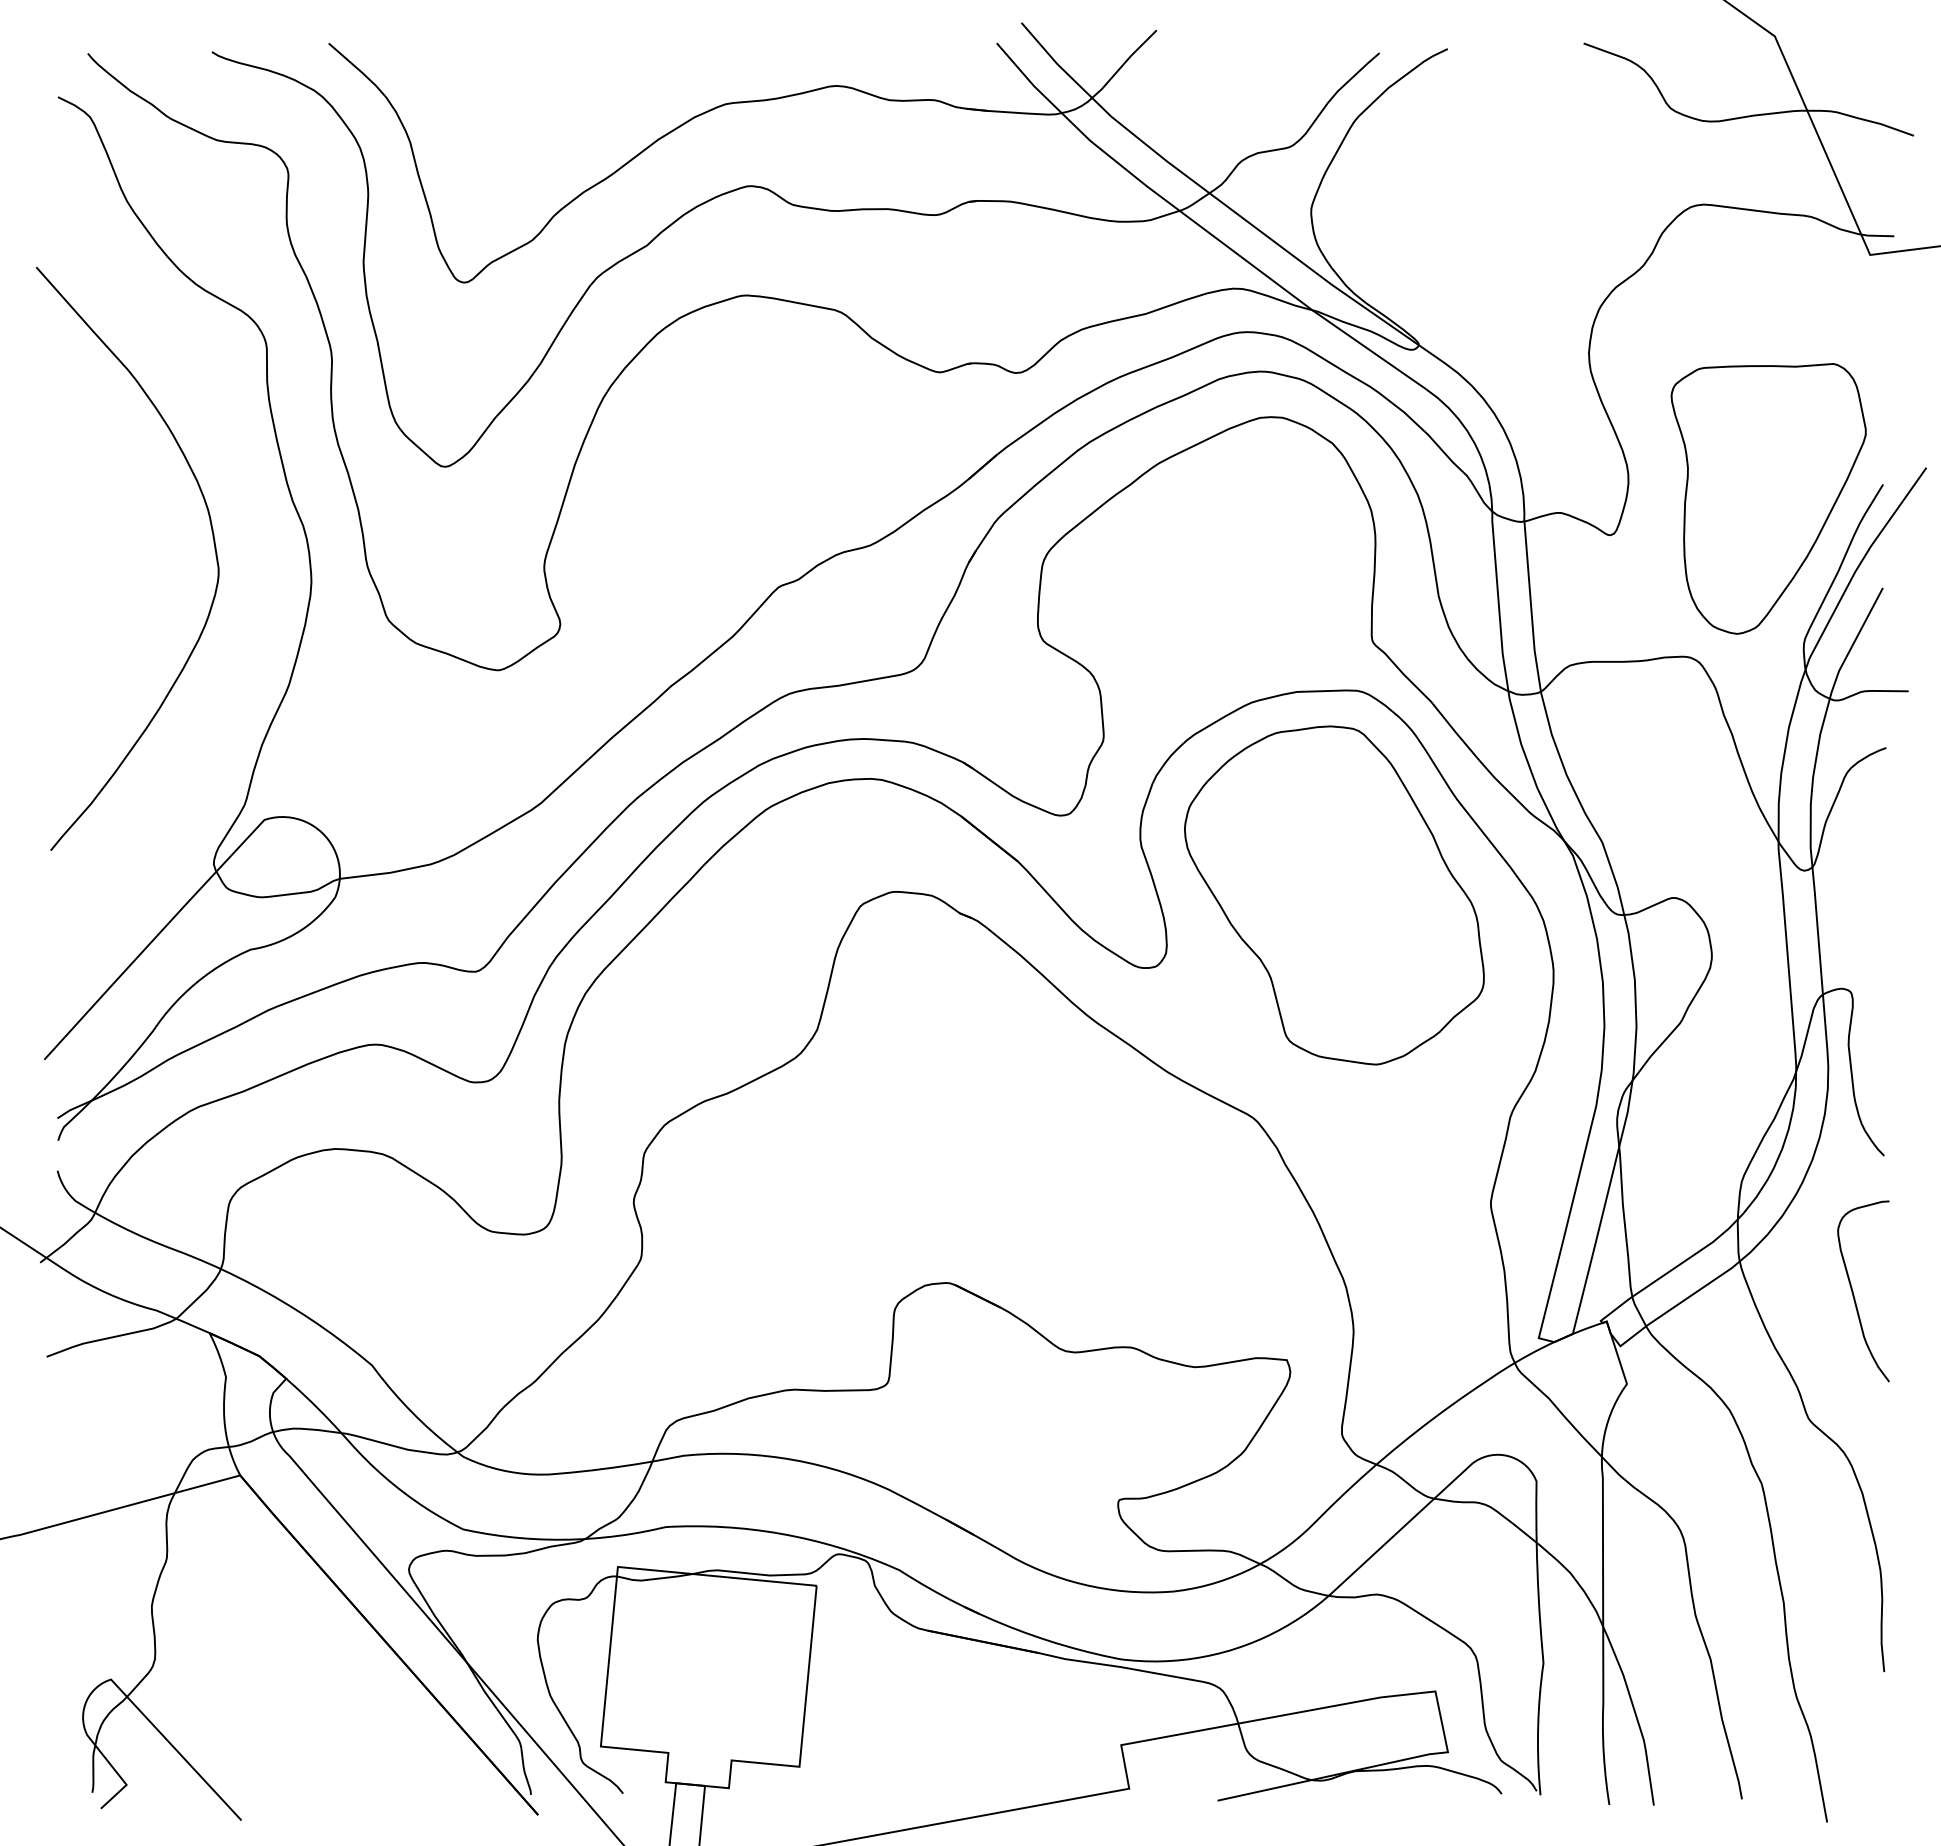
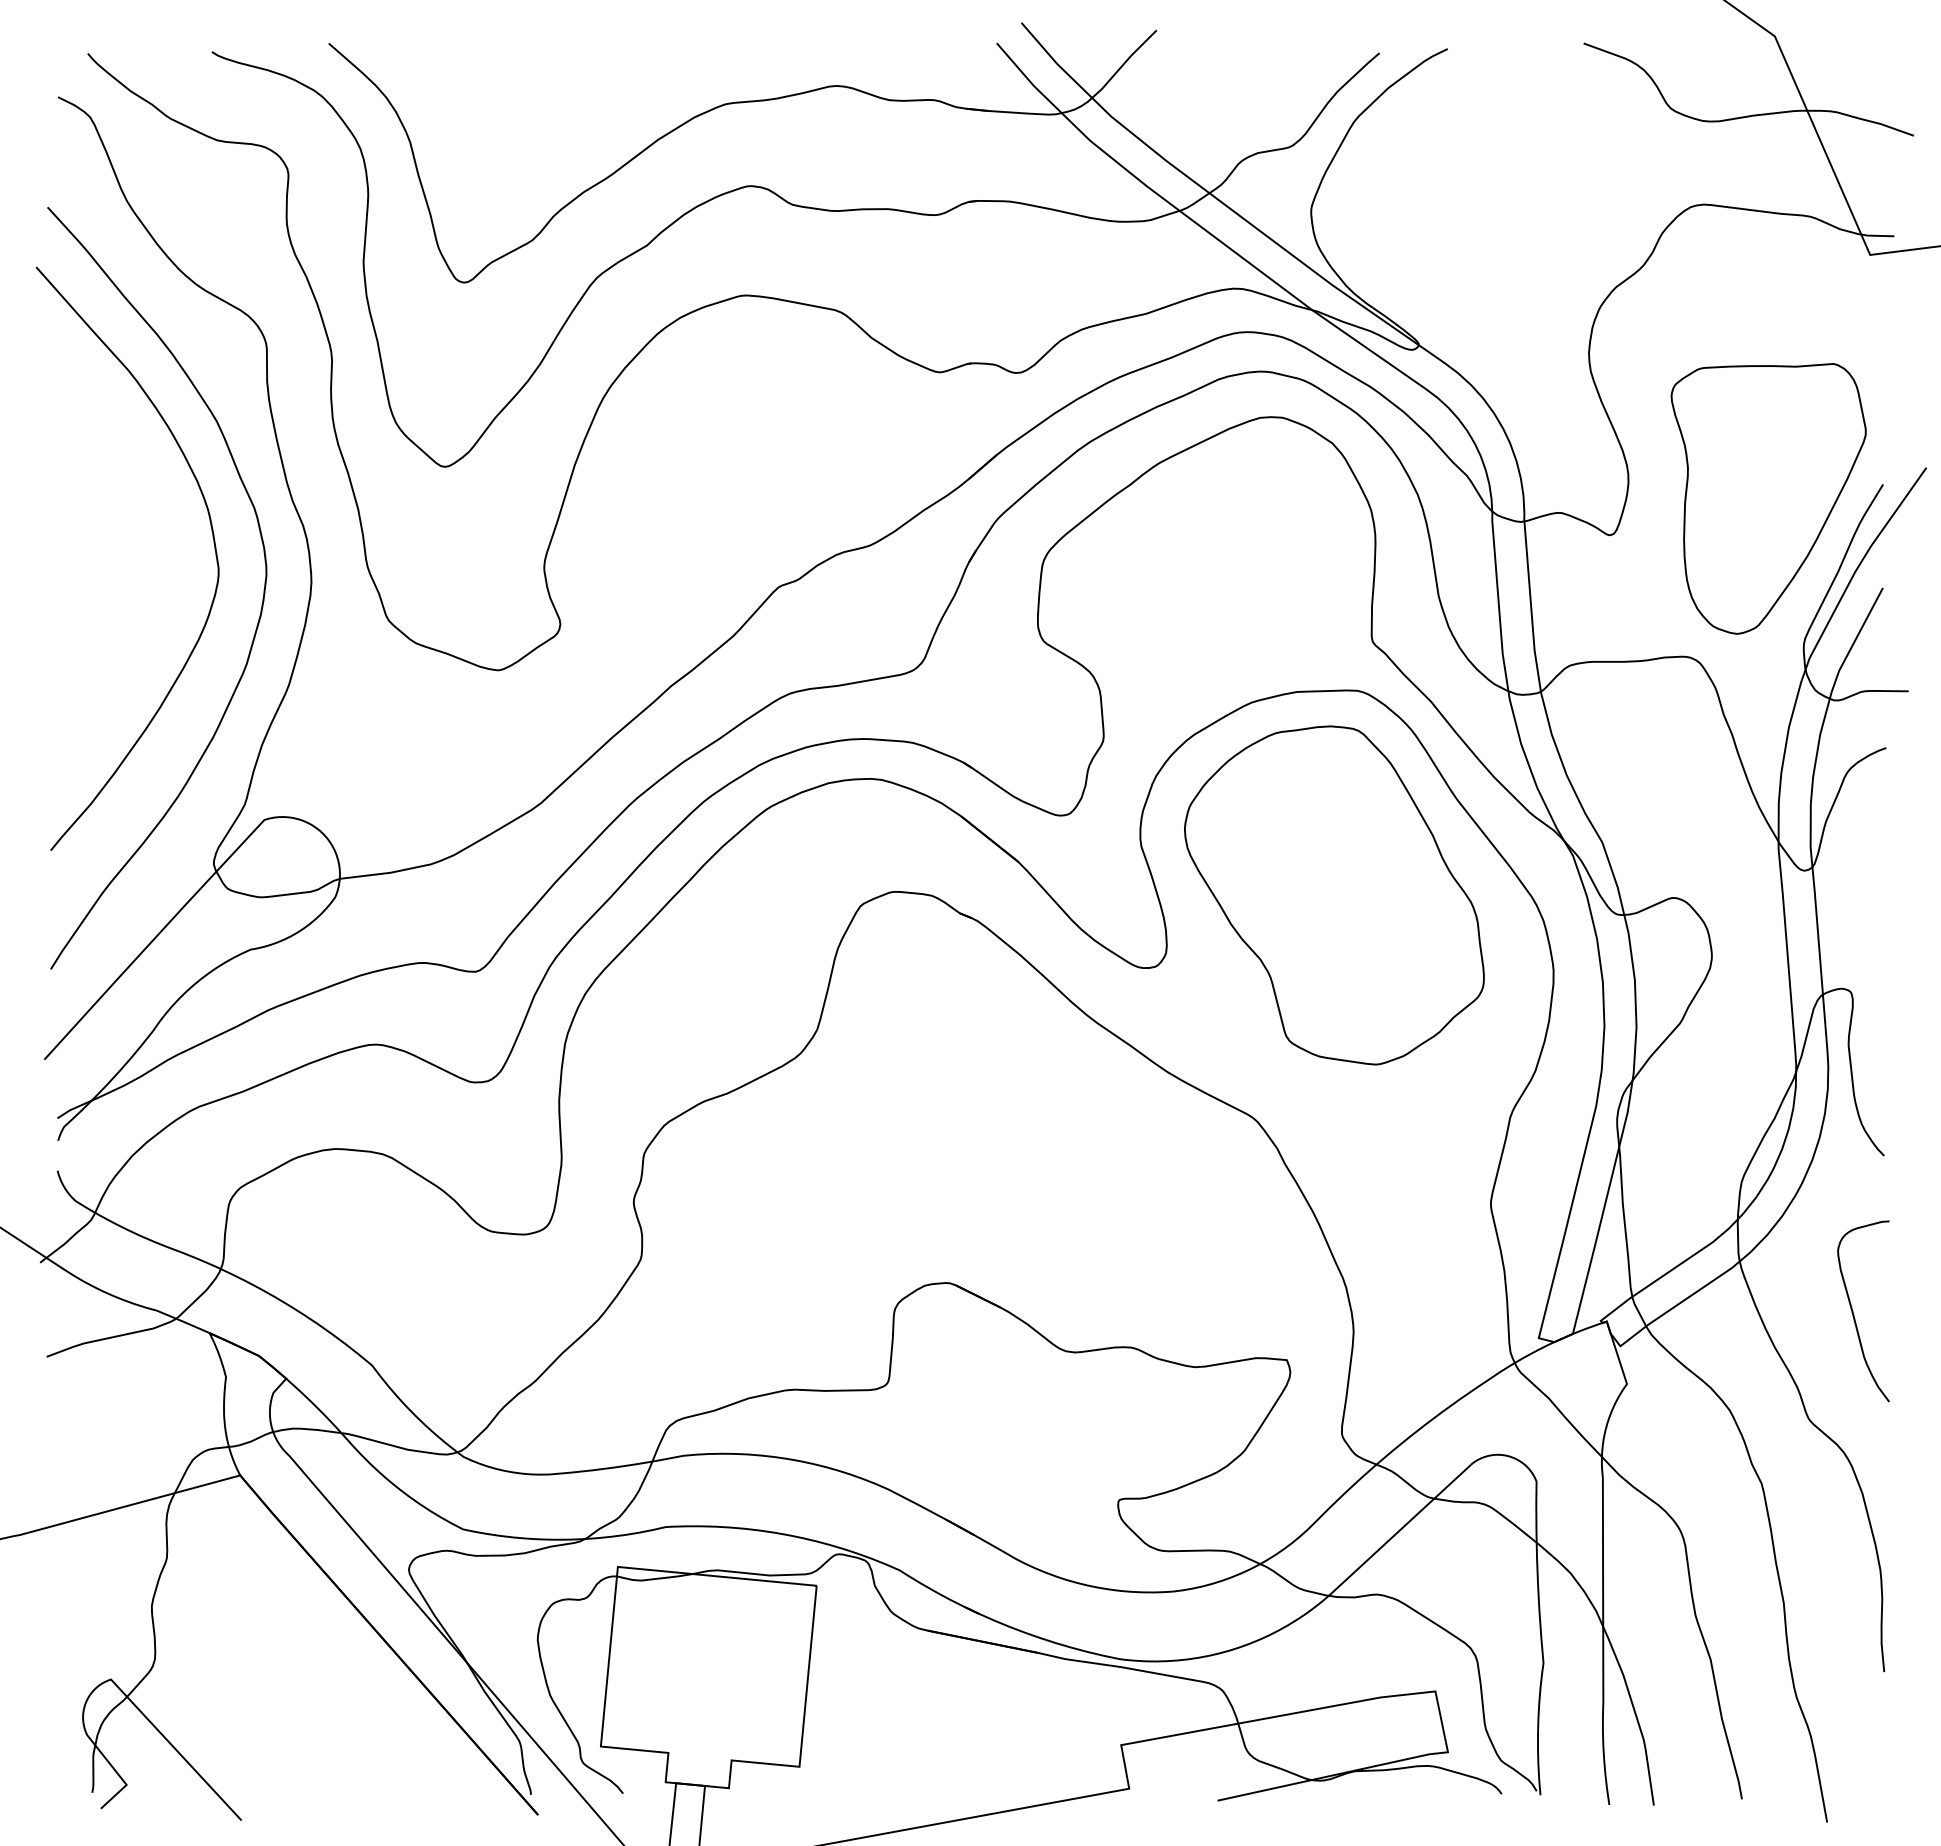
curve at (260, 609): none -> present
curve at (1854, 1294) position: (1854, 1294) -> (1854, 1314)
